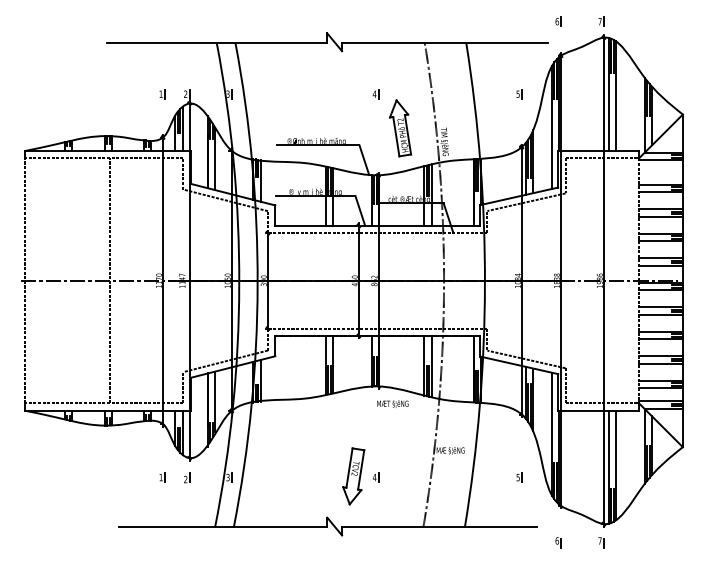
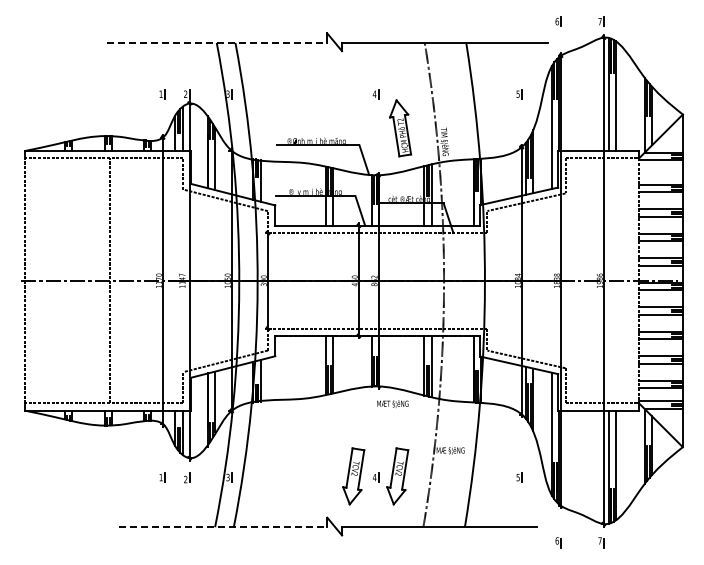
line at (217, 42): solid -> dashed
part at (397, 476): none -> present
line at (223, 527): solid -> dashed
